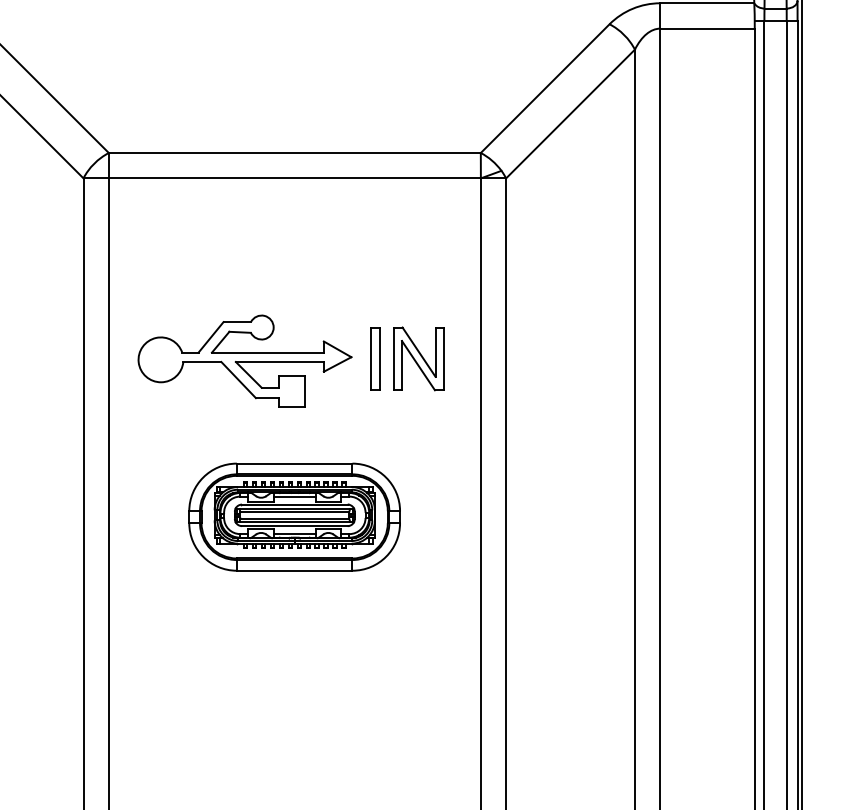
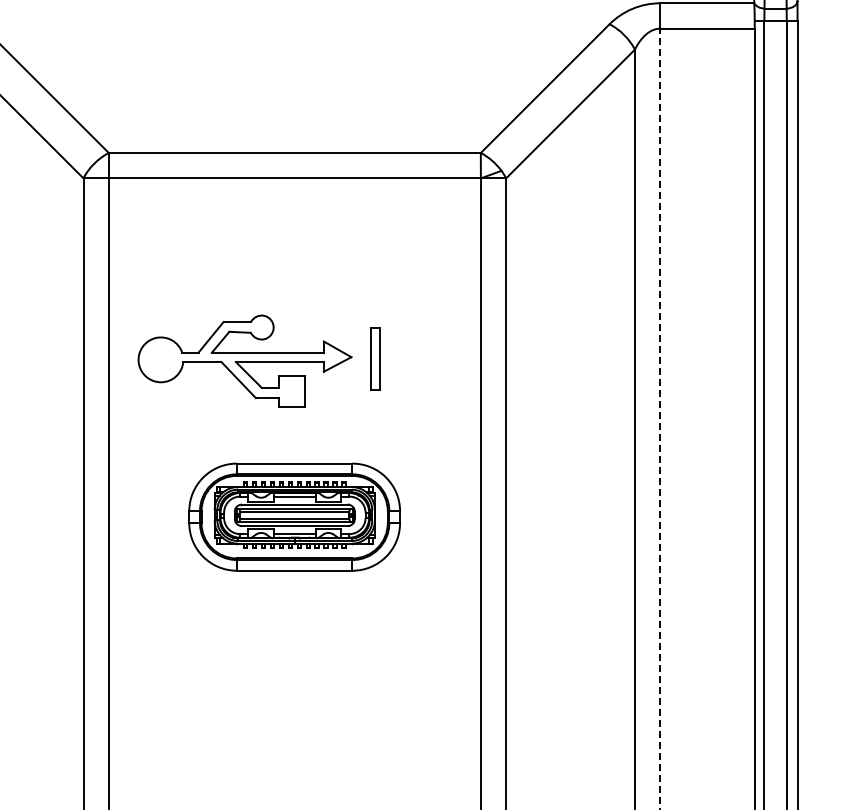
part at (418, 358): present -> none
line at (802, 404): present -> none
line at (660, 418): solid -> dashed
